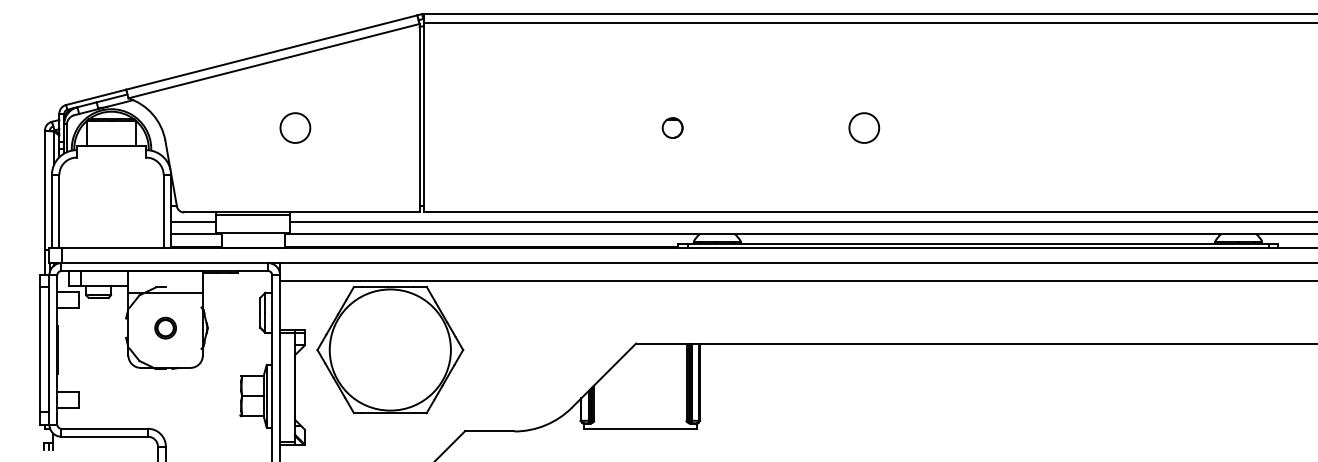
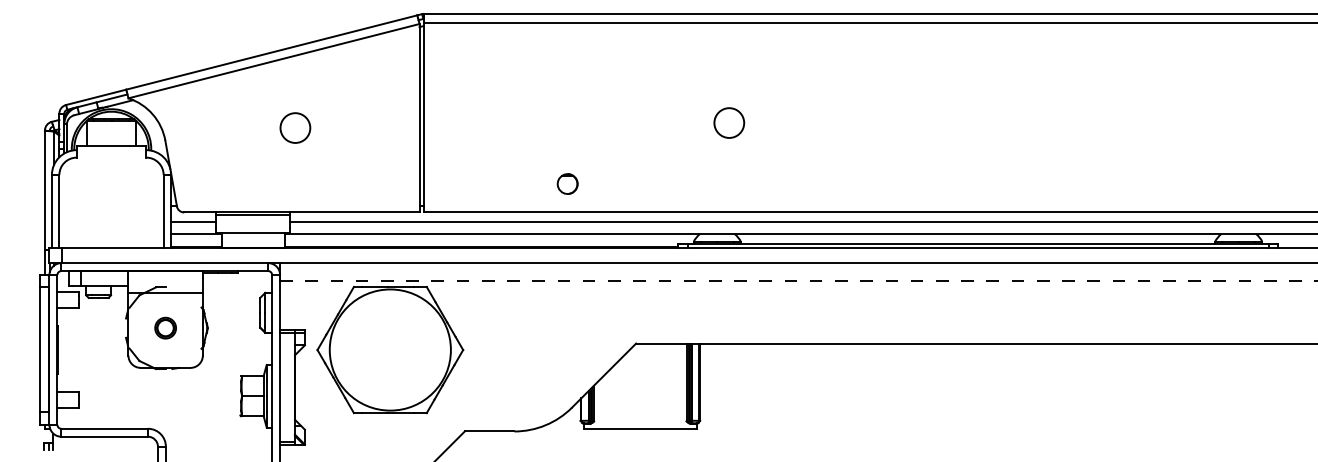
part at (672, 127) position: (672, 127) -> (567, 183)
circle at (864, 127) position: (864, 127) -> (729, 122)
line at (798, 280): solid -> dashed
